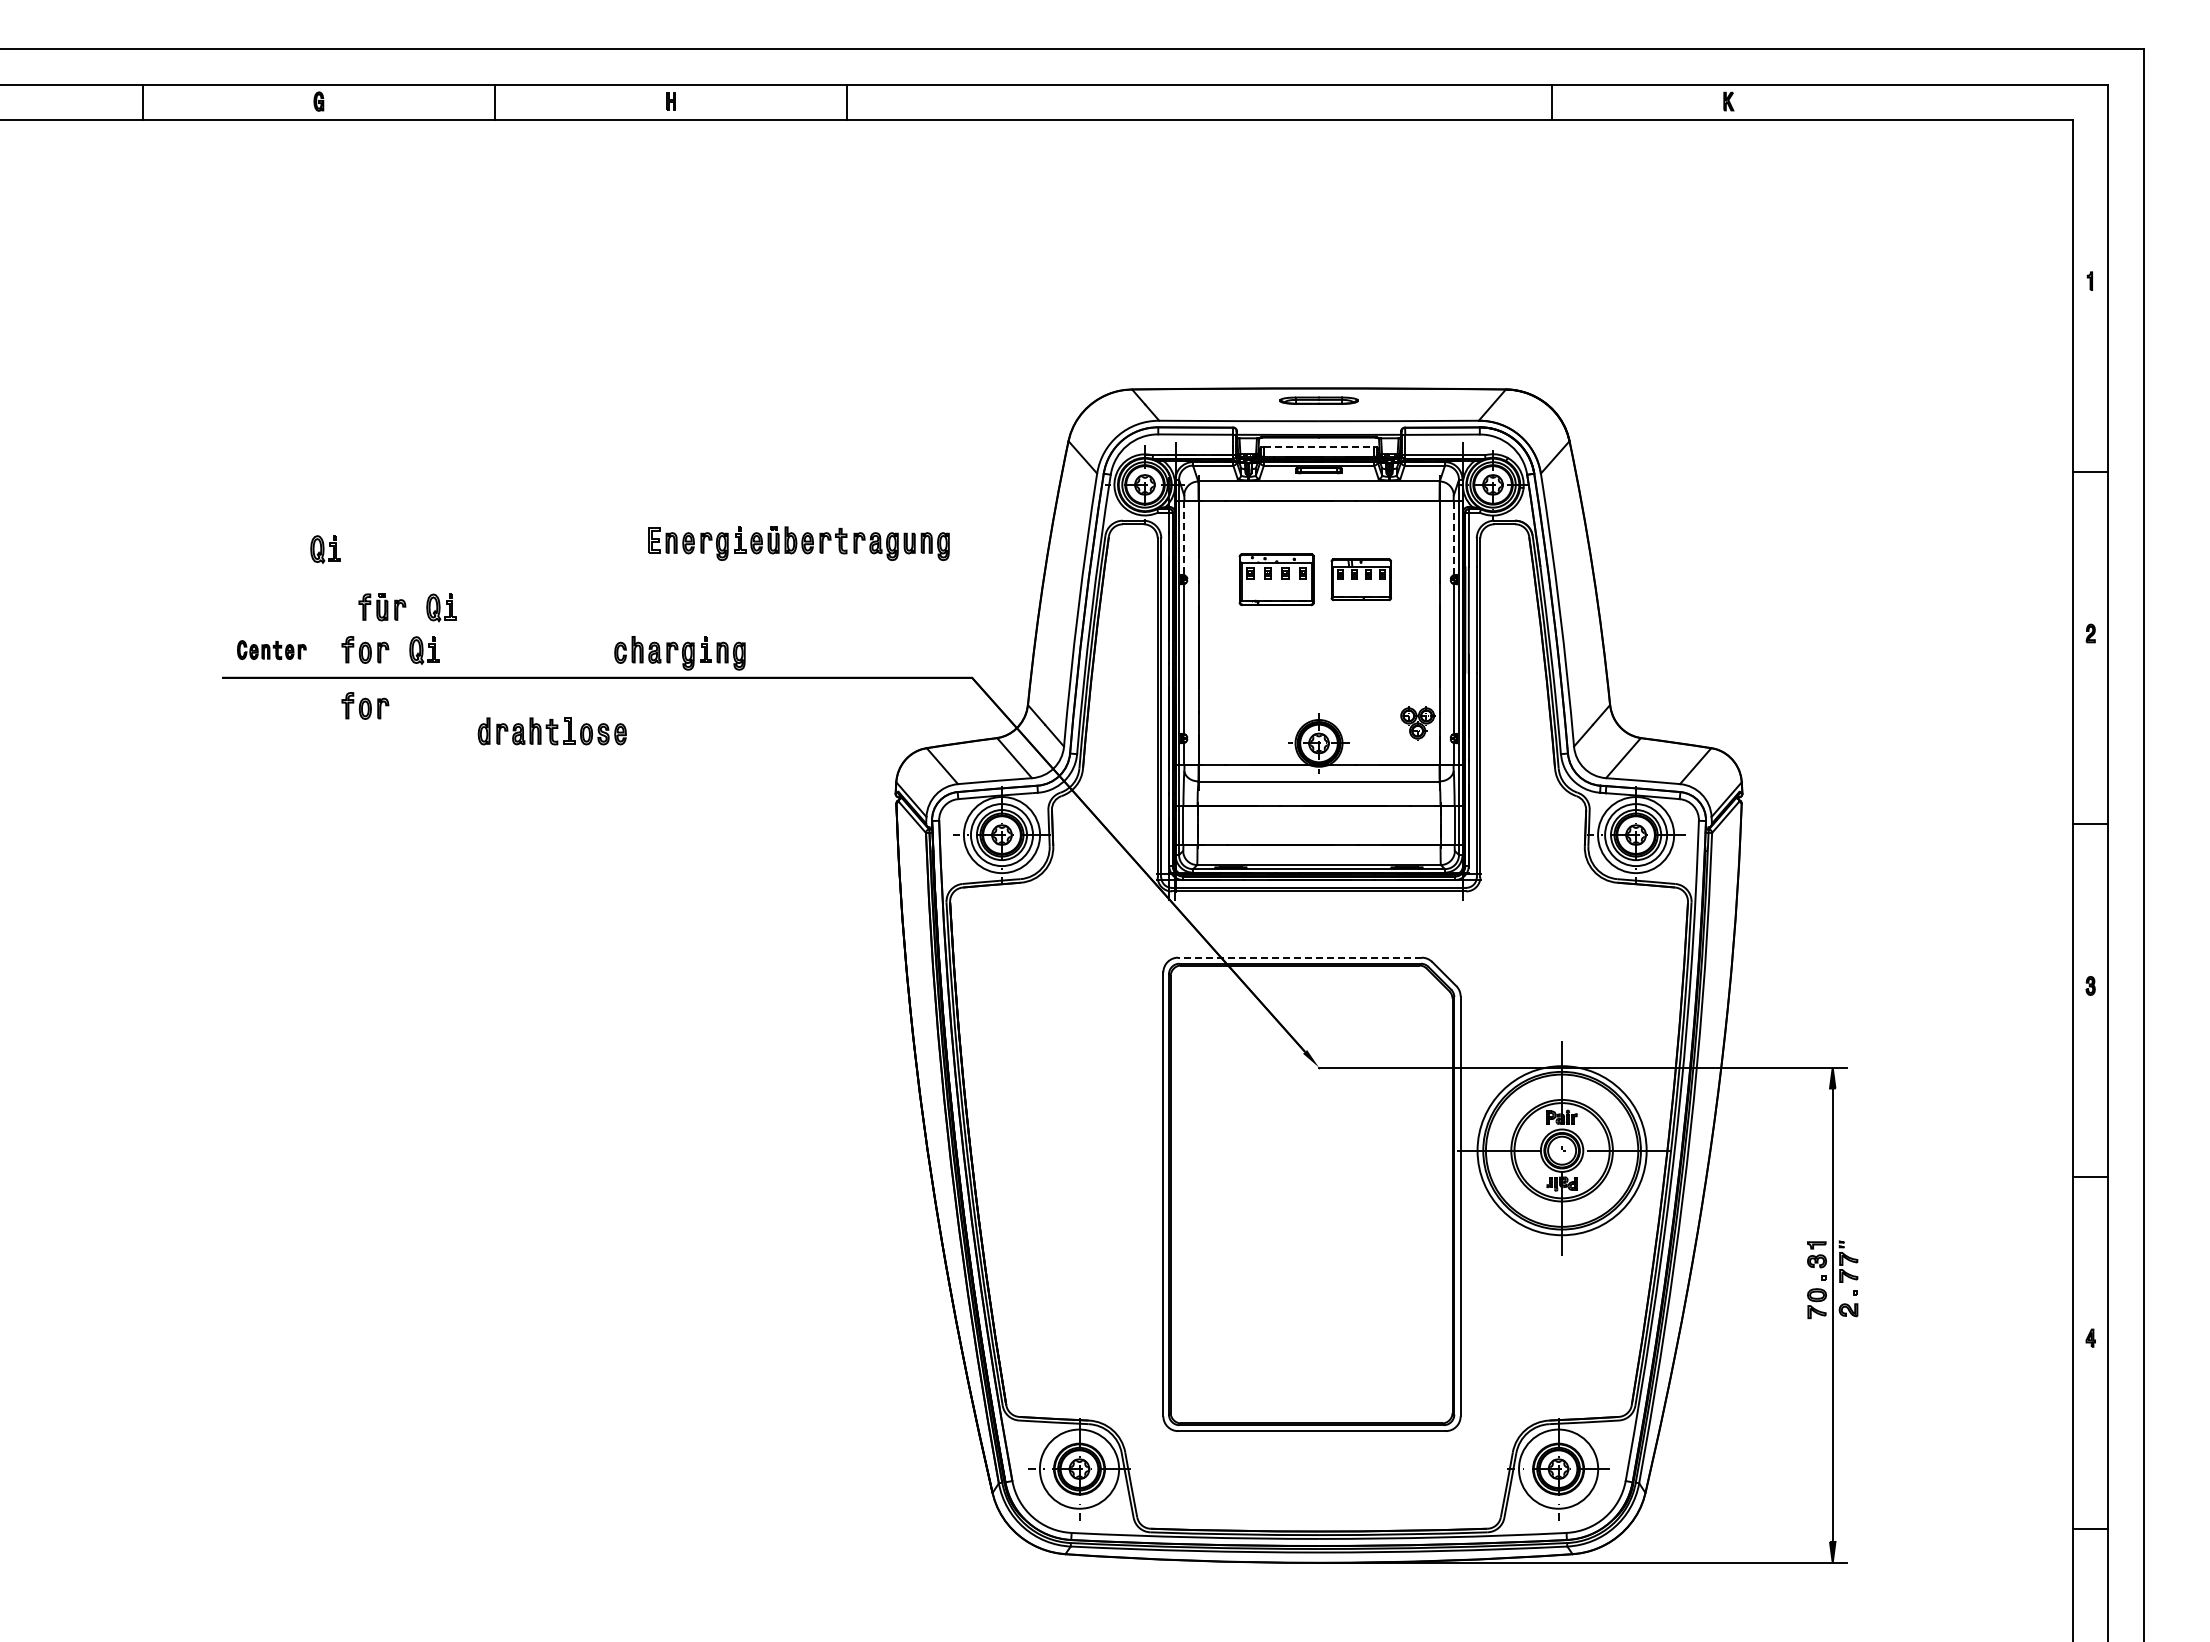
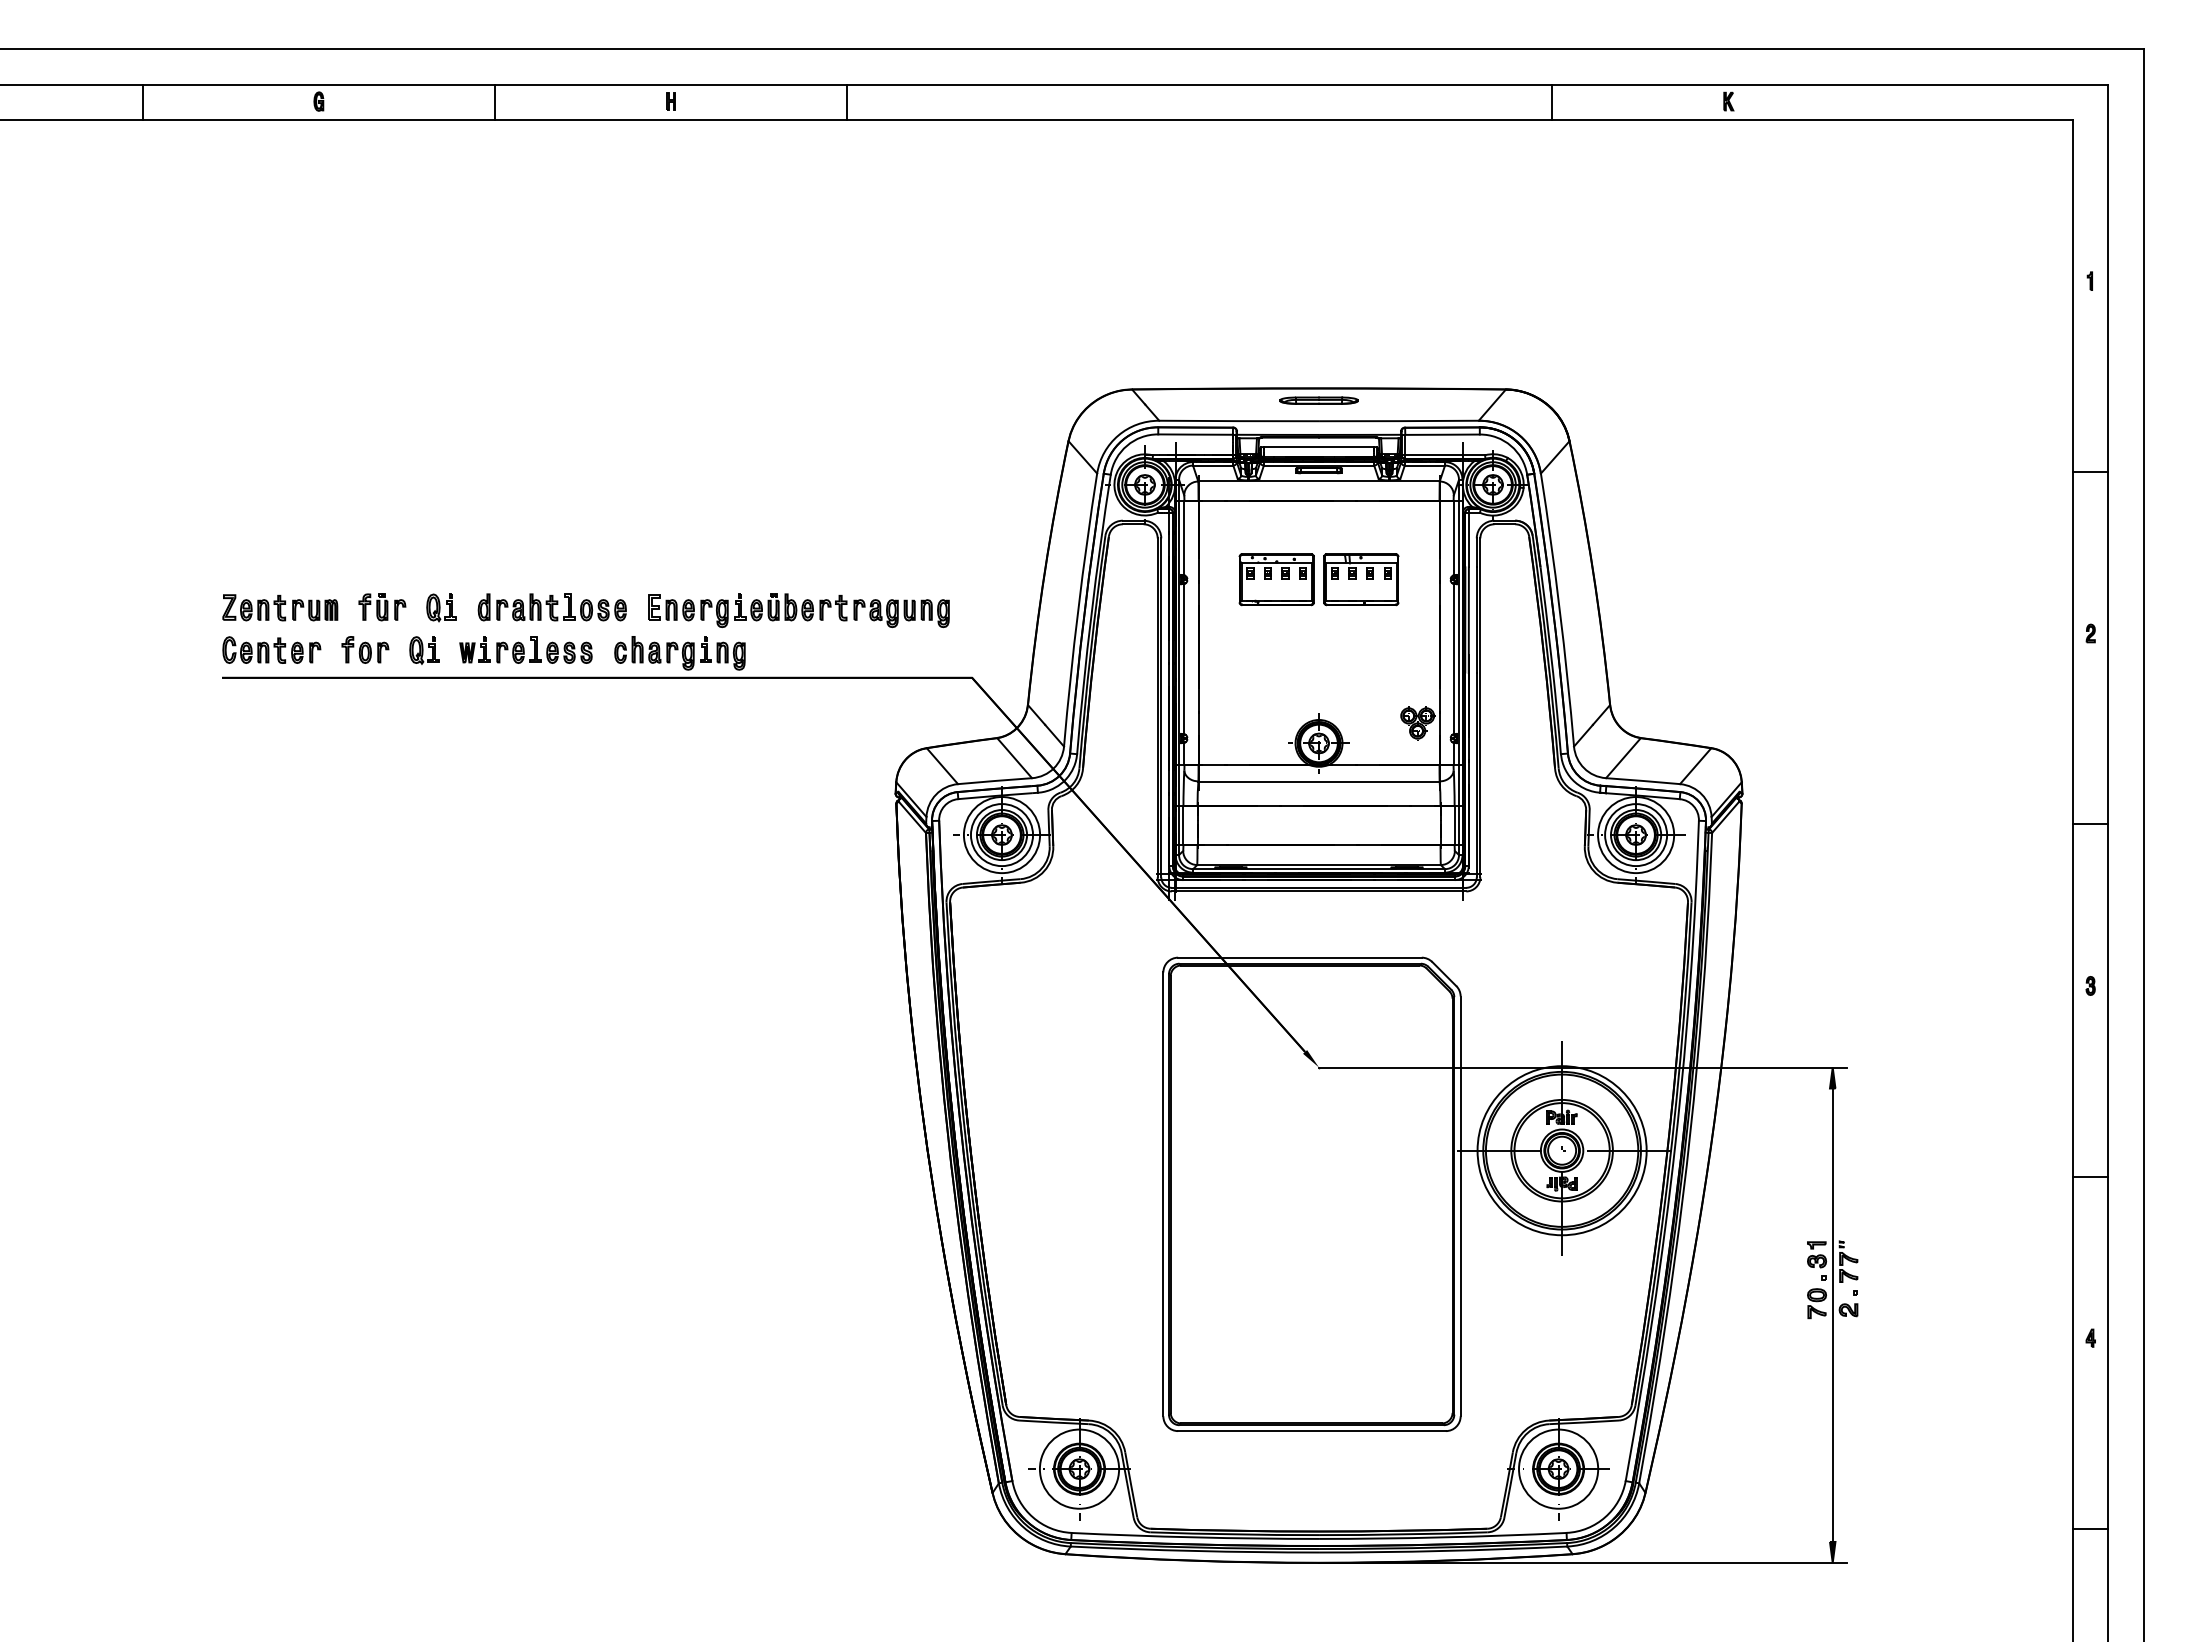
line at (1319, 447): dashed -> solid
line at (1453, 537): dashed -> solid
line at (1184, 538): dashed -> solid
part at (798, 543) position: (798, 543) -> (798, 610)
part at (325, 549): present -> none
part at (1360, 579) size: 62x44 px -> 77x54 px
part at (280, 607): none -> present
part at (525, 649): none -> present
part at (271, 650) size: 70x21 px -> 100x28 px
part at (365, 705): present -> none
part at (551, 731) position: (551, 731) -> (551, 607)
line at (1299, 957): dashed -> solid
